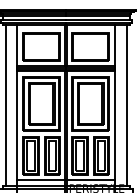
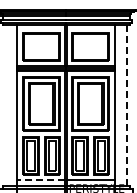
line at (5, 105): present -> none
line at (126, 105): solid -> dashed
line at (41, 180): solid -> dashed
